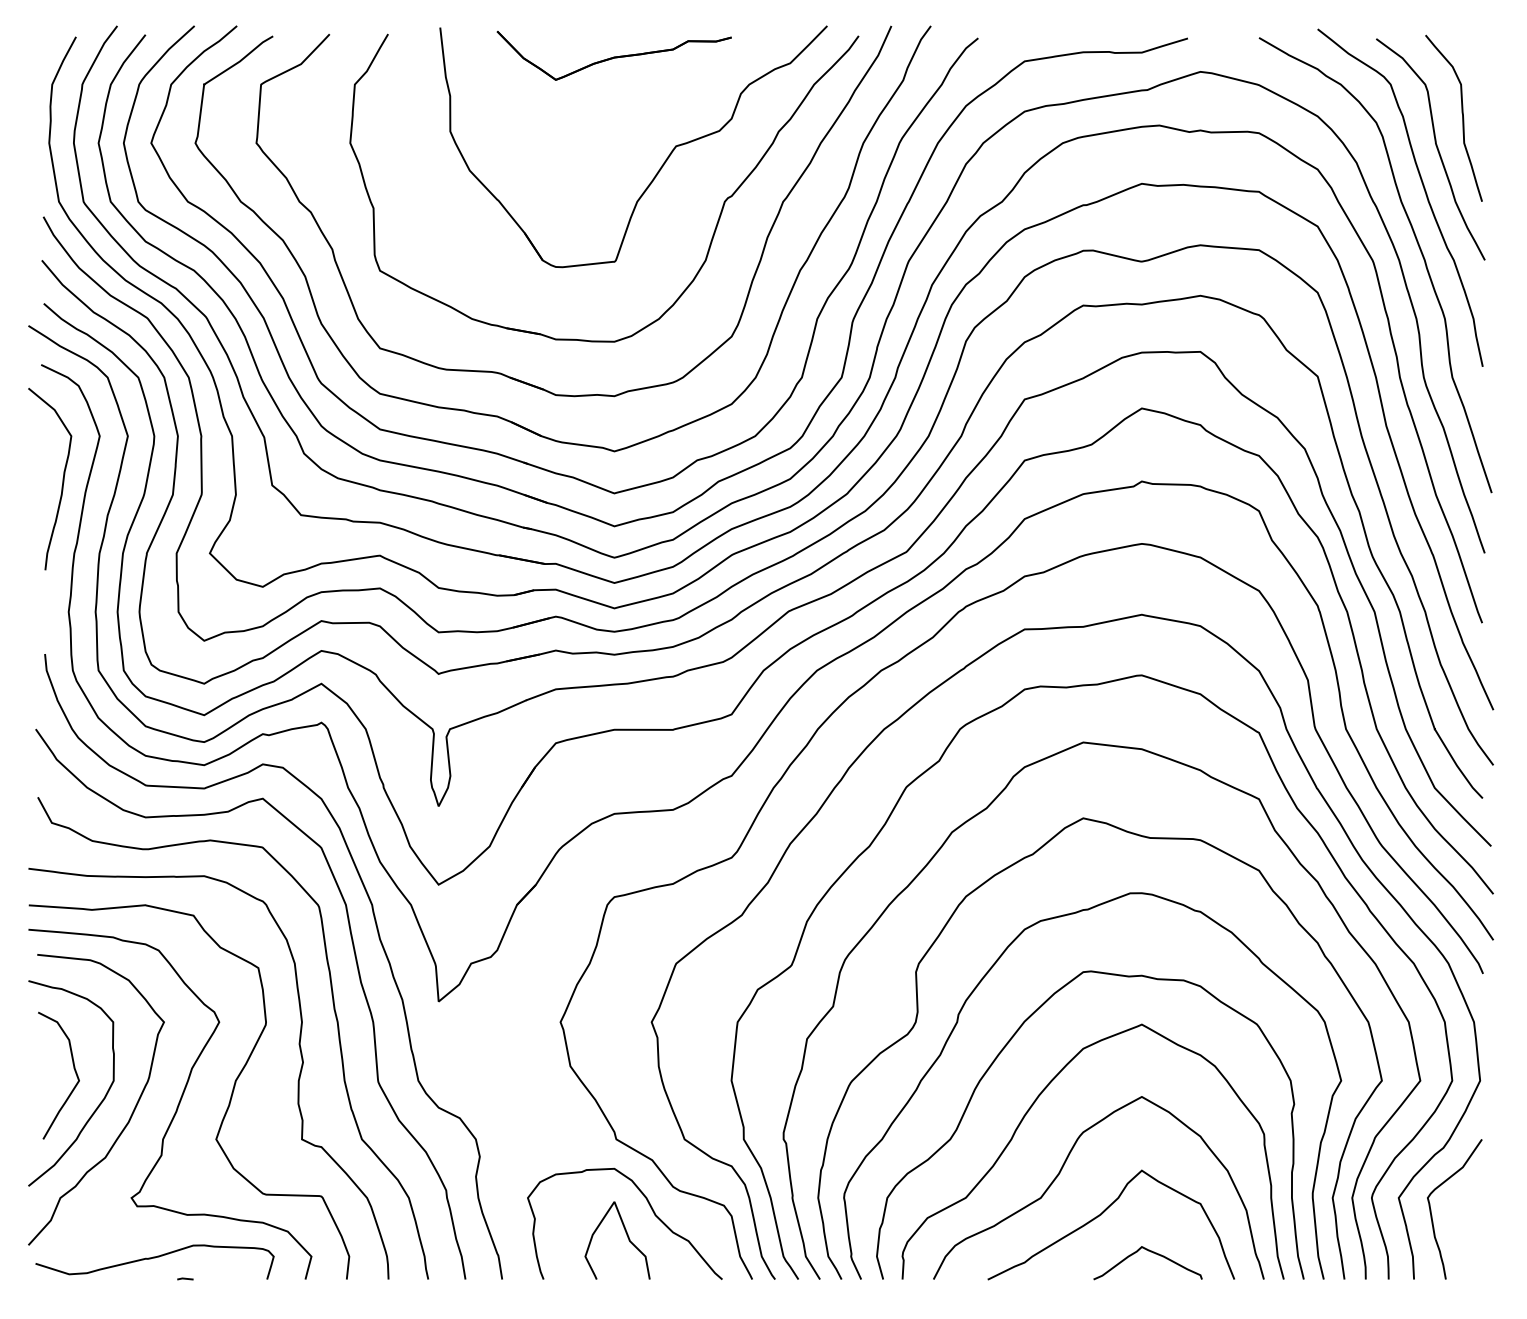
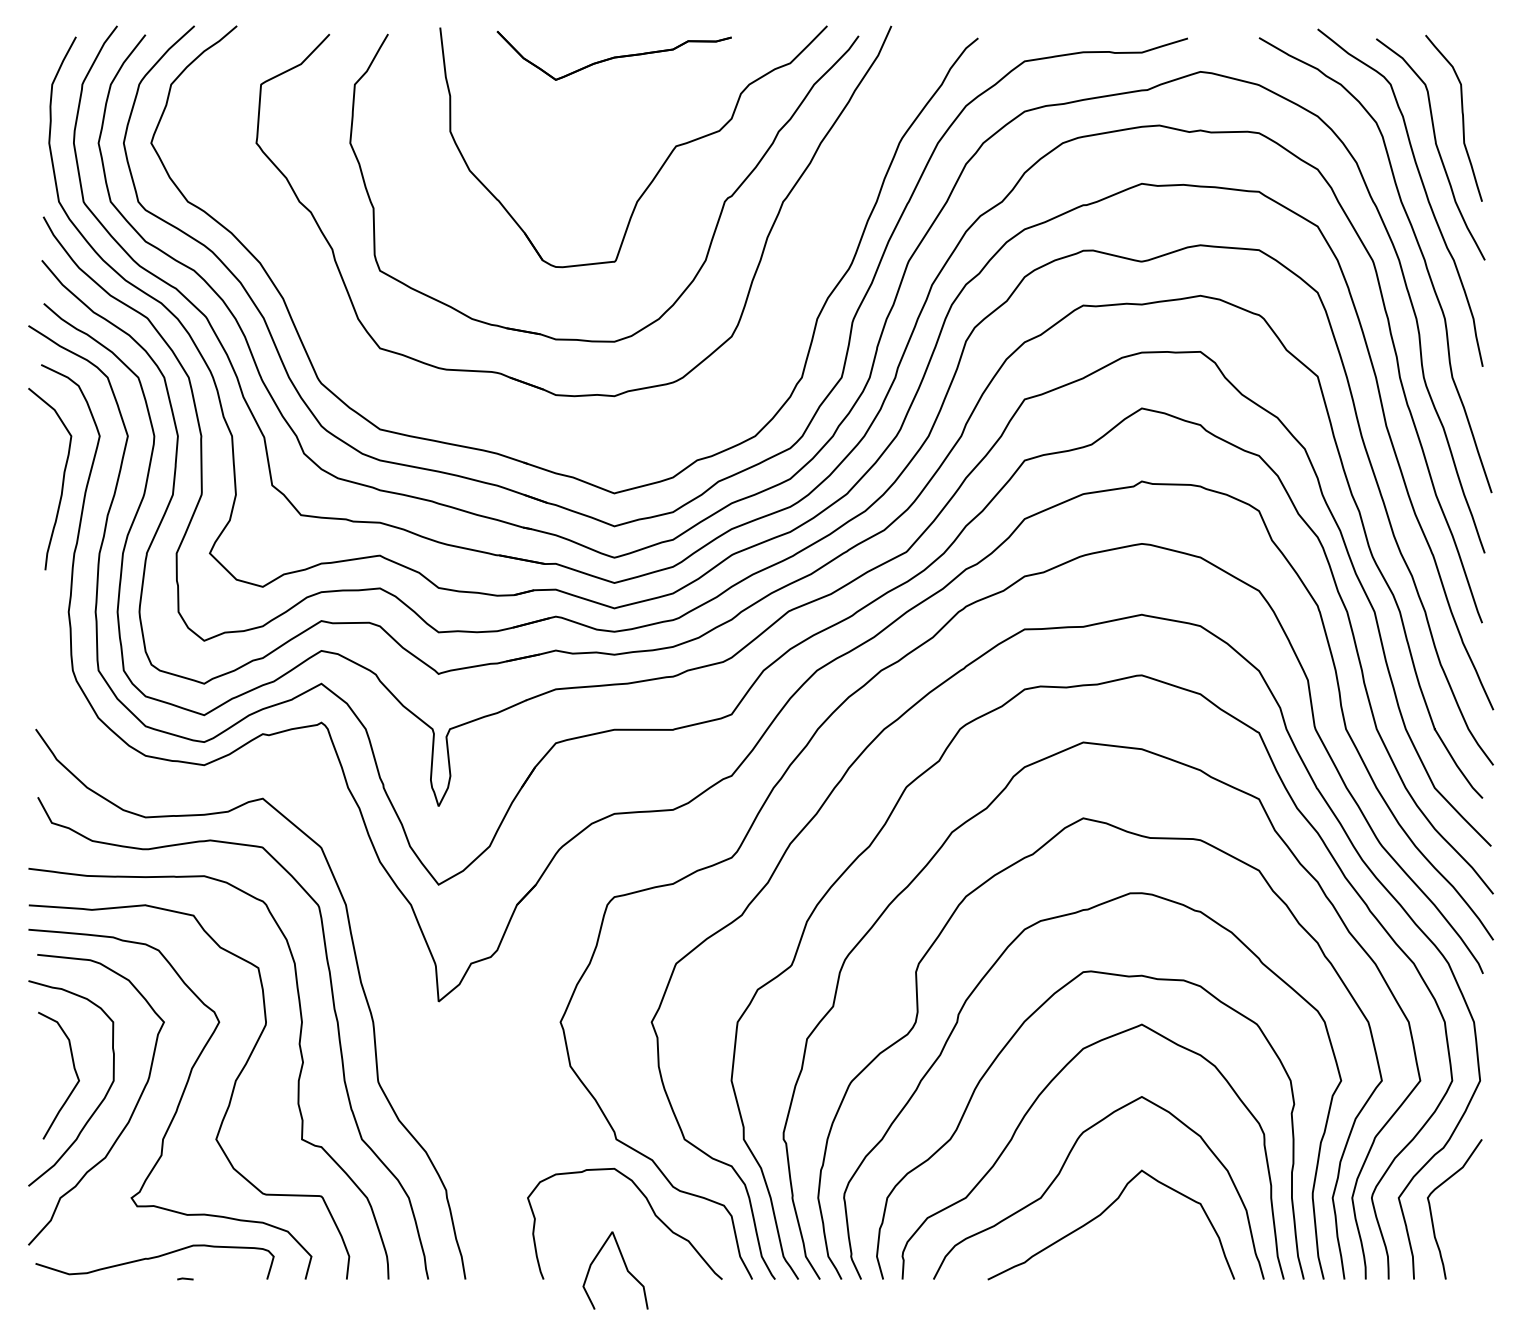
part at (500, 416): present -> none
curve at (378, 938): present -> none
curve at (627, 1238) position: (627, 1238) -> (625, 1268)
curve at (1150, 1252): present -> none
